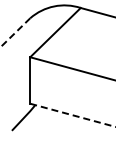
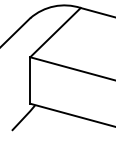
line at (15, 32): dashed -> solid
line at (72, 115): dashed -> solid
